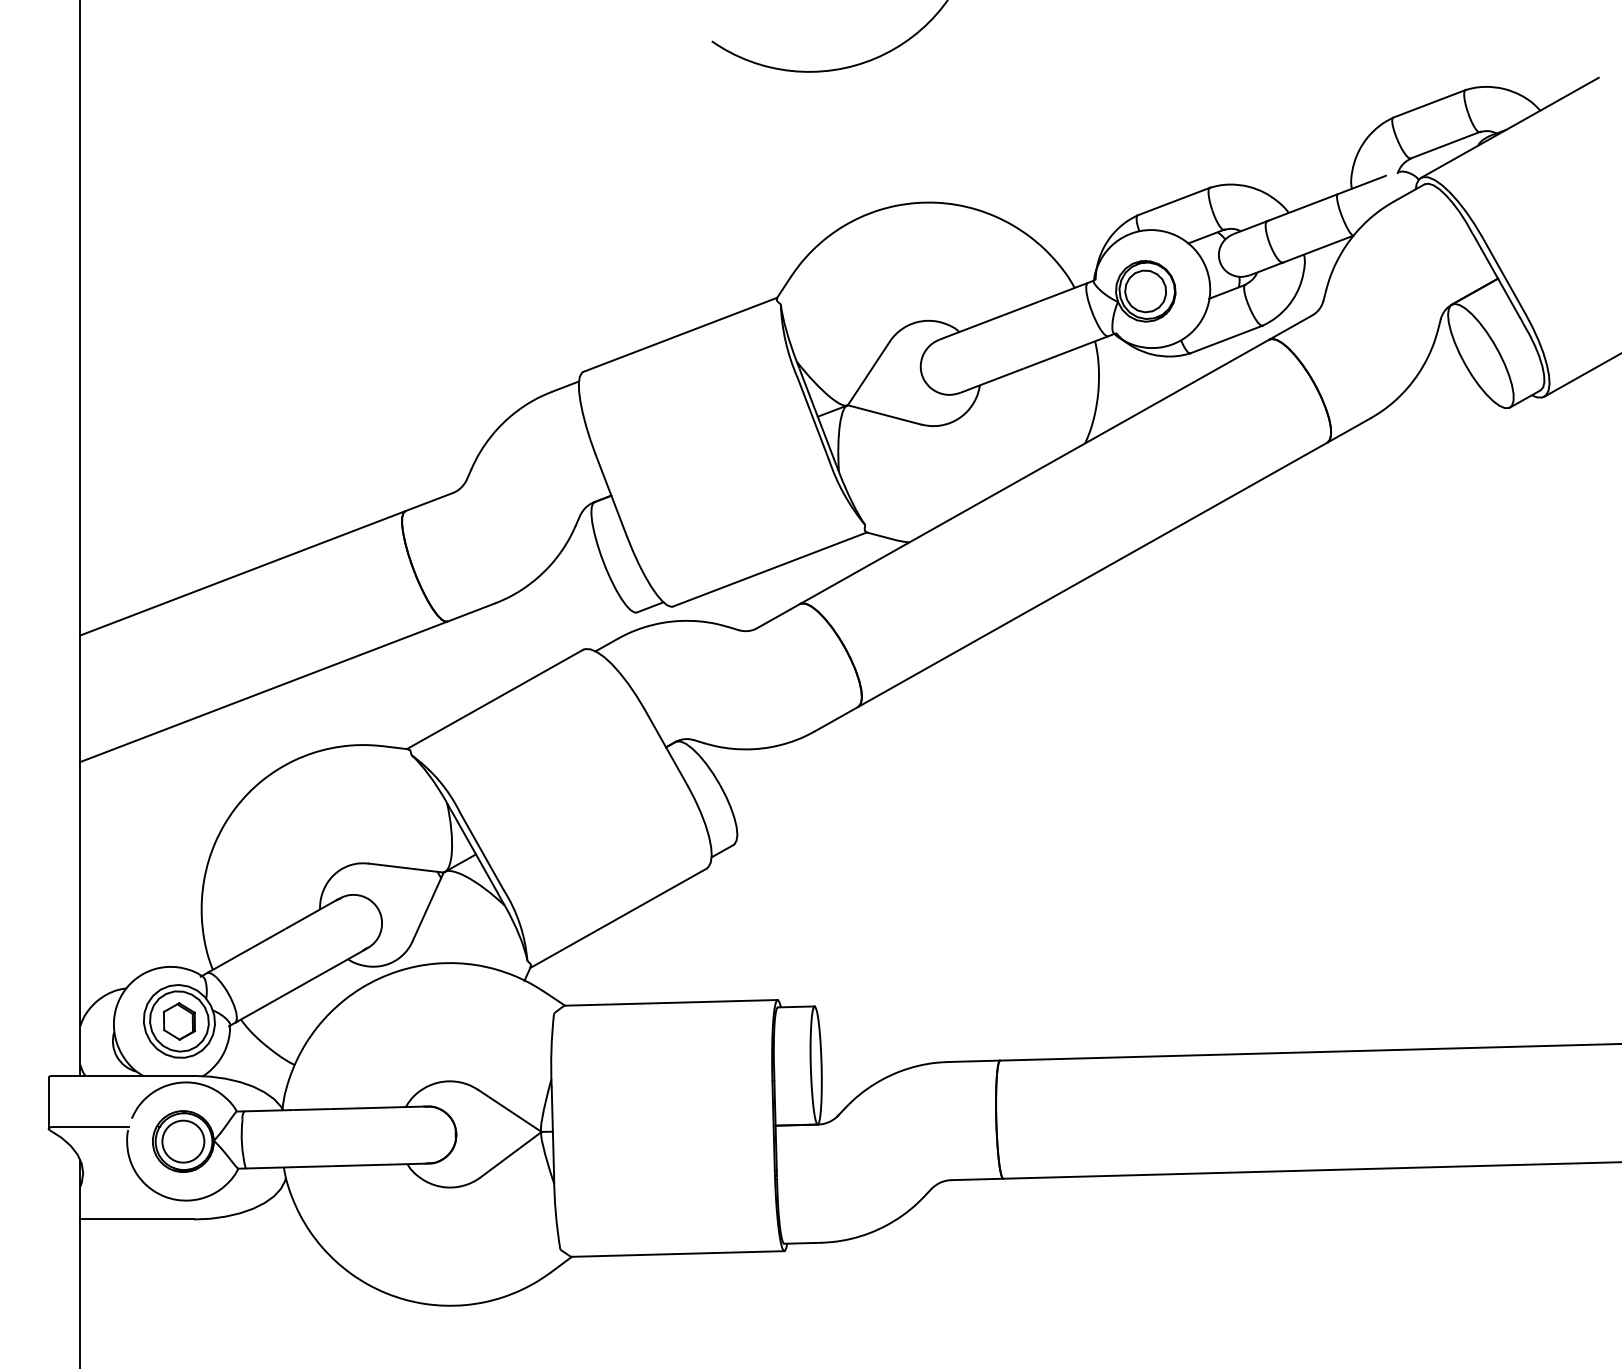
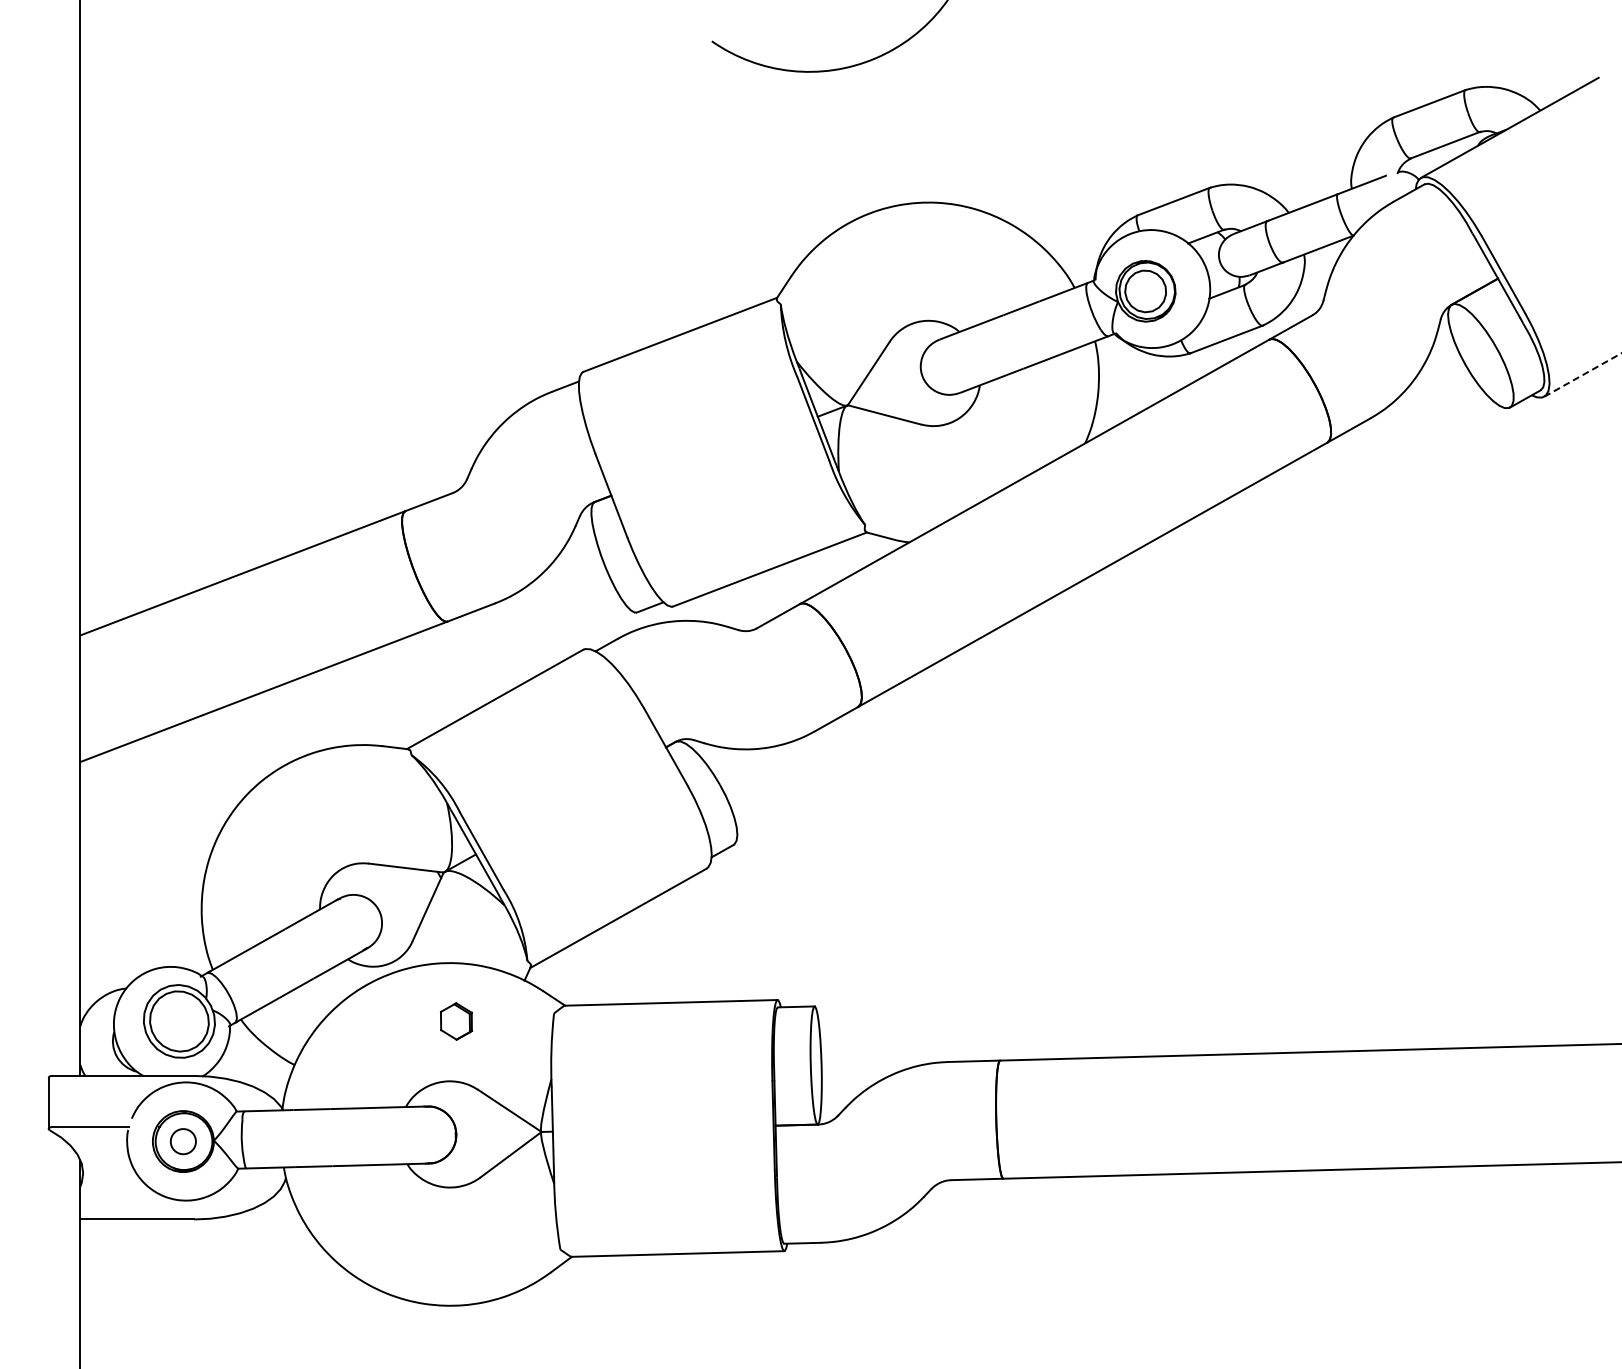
line at (1583, 374): solid -> dashed
part at (179, 1021) position: (179, 1021) -> (456, 1021)
circle at (183, 1141) diameter: 42 px -> 25 px
